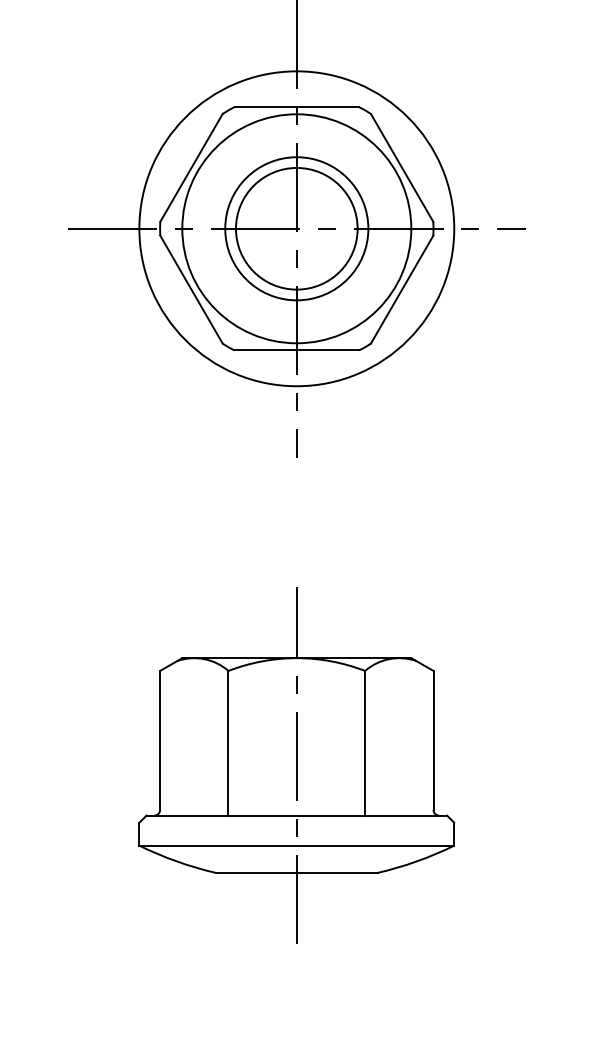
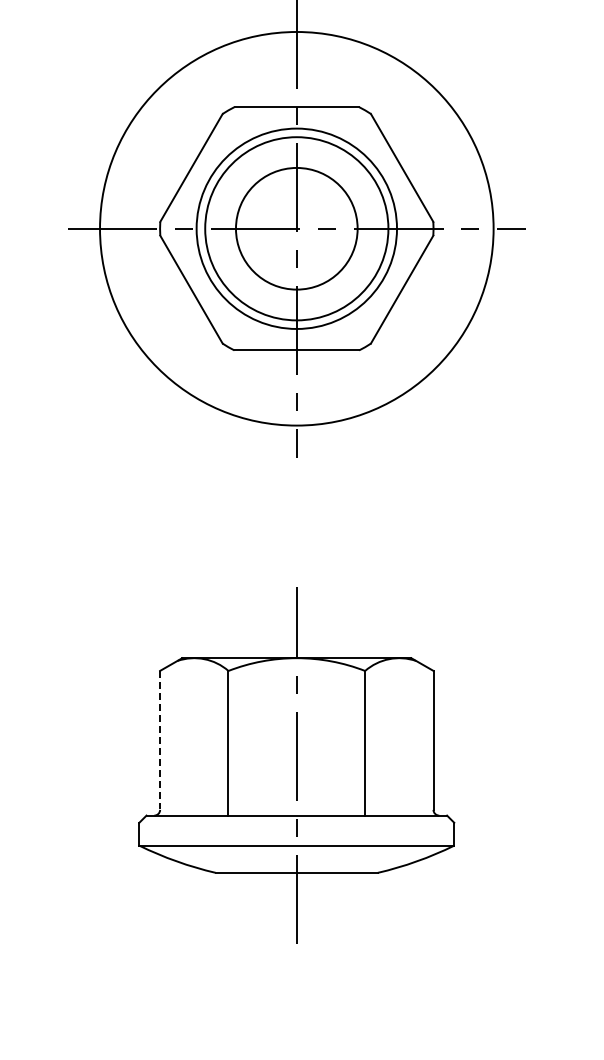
circle at (296, 228) diameter: 143 px -> 200 px
circle at (296, 228) diameter: 229 px -> 183 px
circle at (296, 228) diameter: 315 px -> 394 px
line at (160, 740): solid -> dashed
